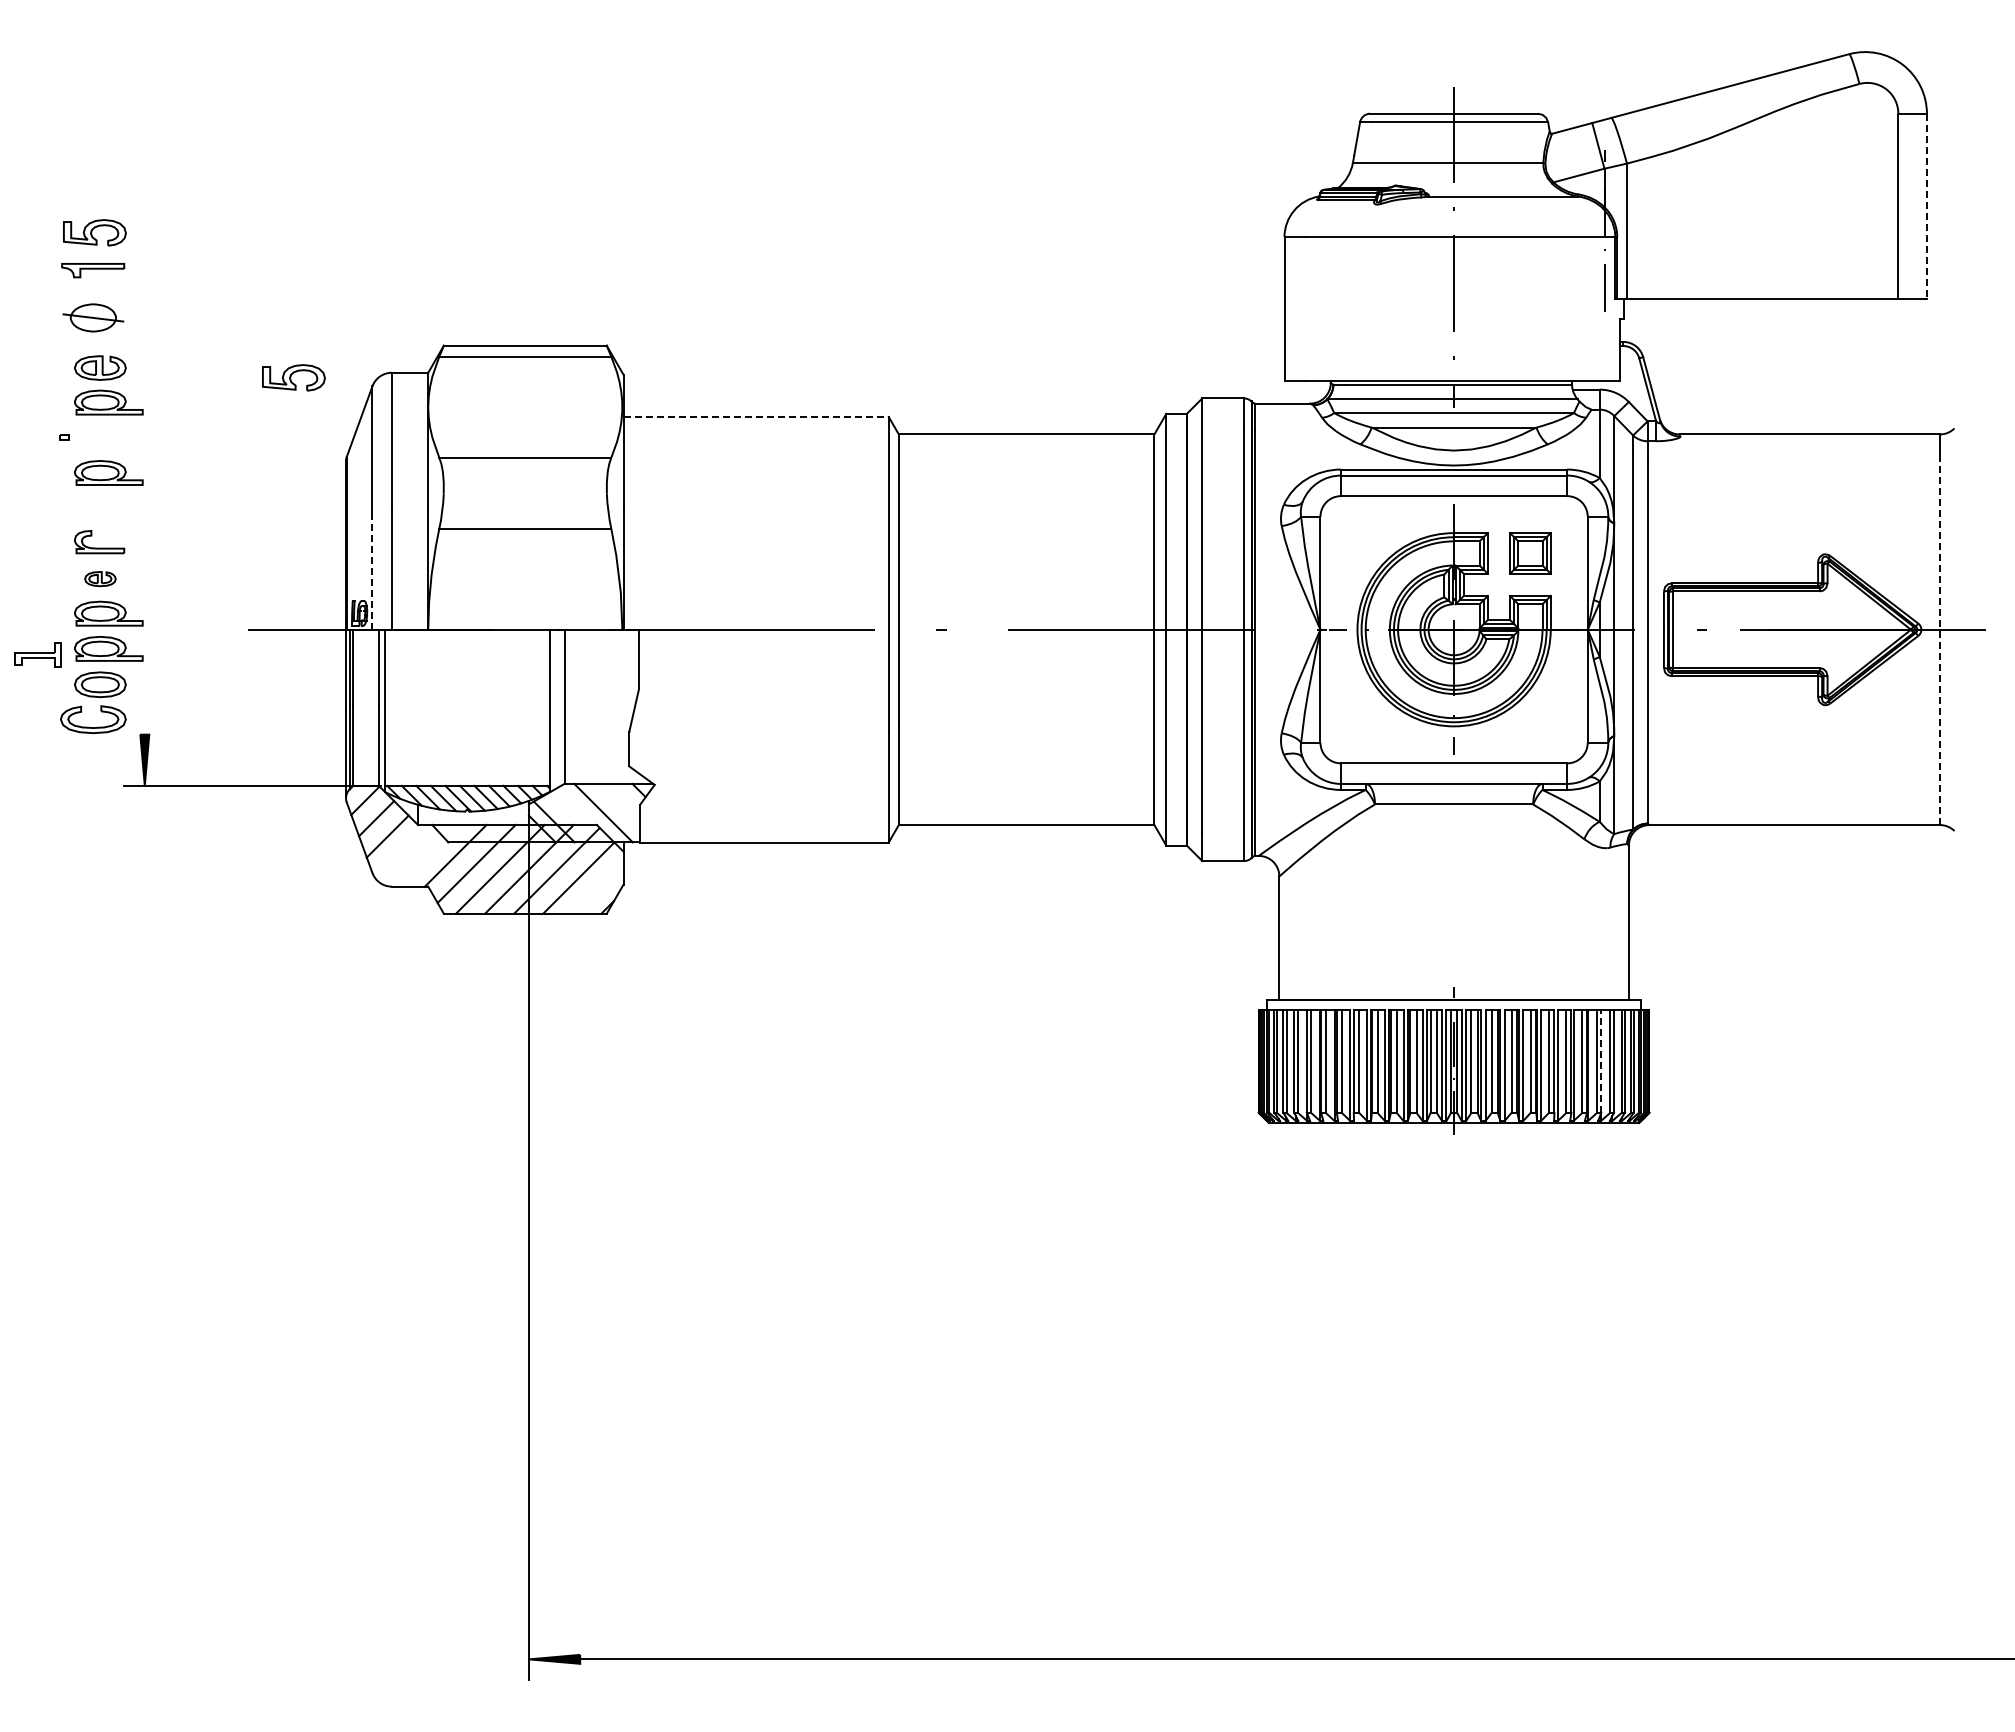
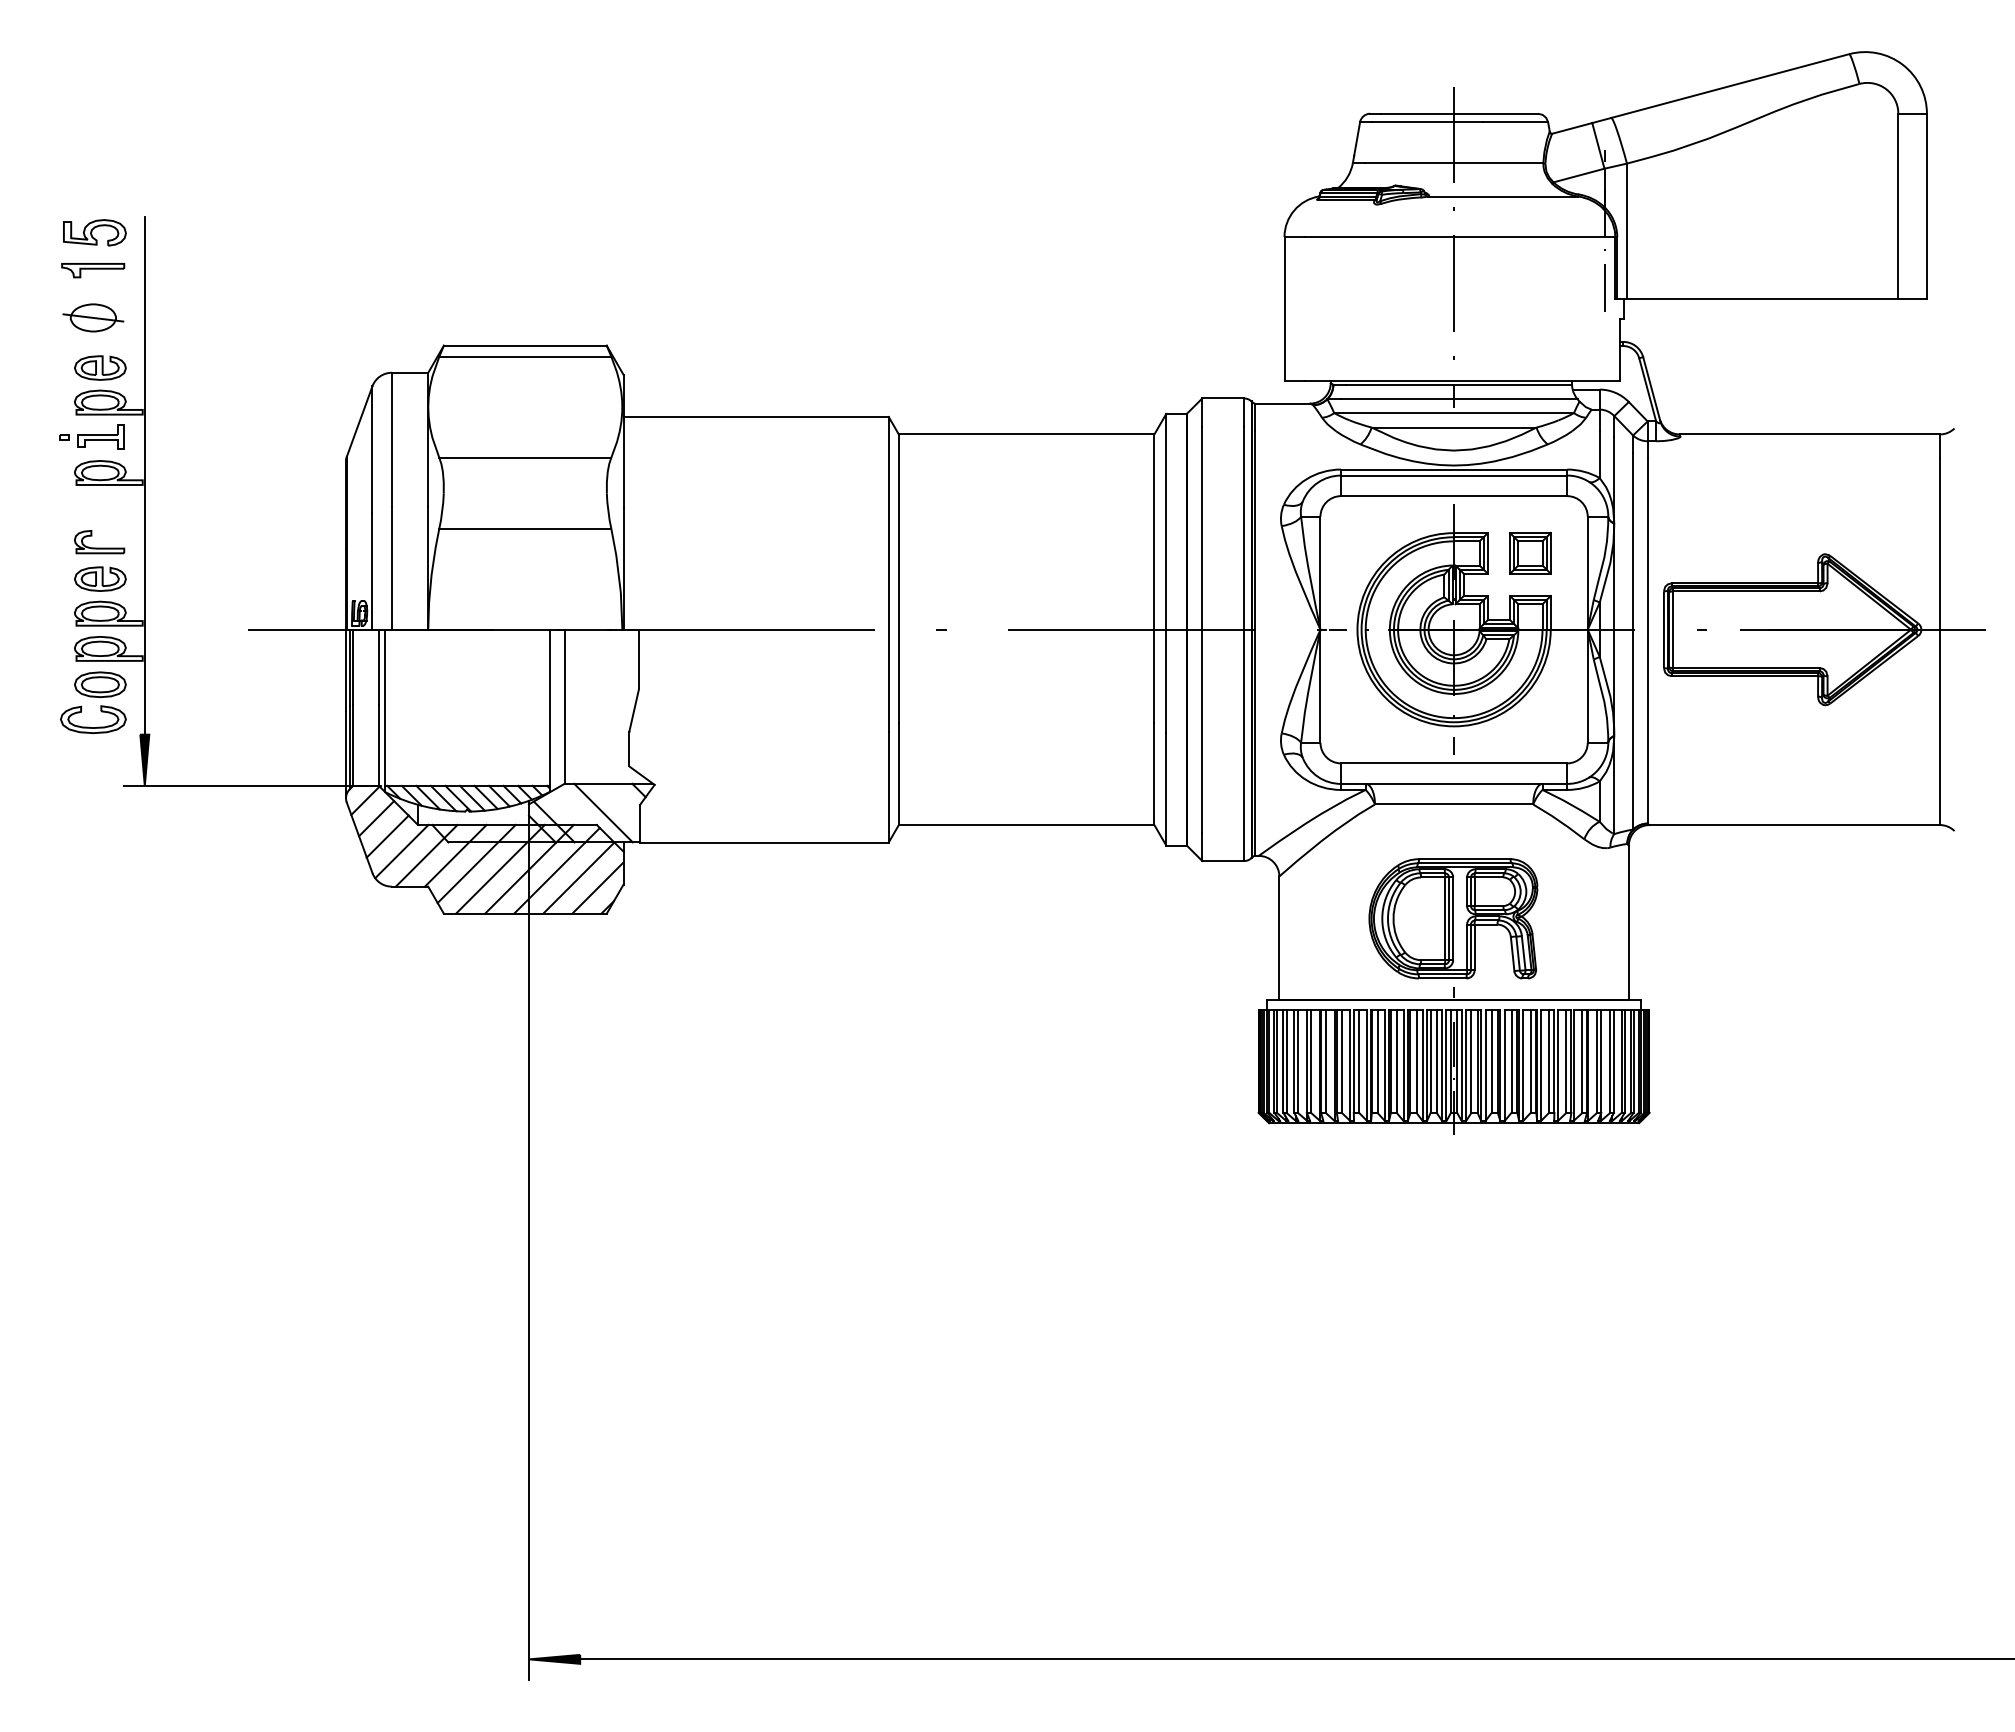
line at (1926, 206): dashed -> solid
part at (293, 377): present -> none
line at (756, 416): dashed -> solid
line at (144, 475): none -> present
line at (372, 571): dashed -> solid
part at (100, 579) size: 33x17 px -> 53x26 px
line at (1940, 641): dashed -> solid
part at (37, 654) position: (37, 654) -> (100, 436)
line at (401, 851): none -> present
line at (426, 855): none -> present
line at (597, 887): none -> present
part at (1453, 918): none -> present
line at (1601, 1060): dashed -> solid
